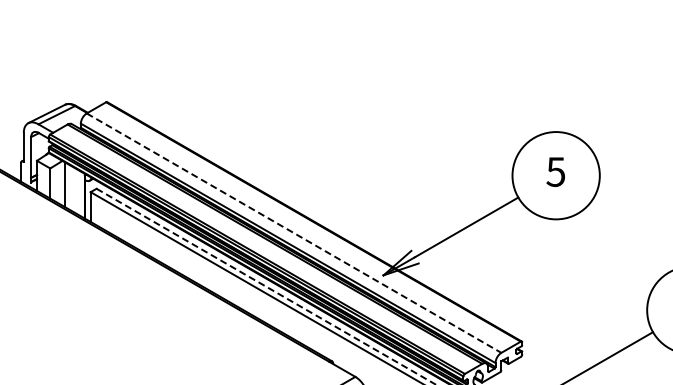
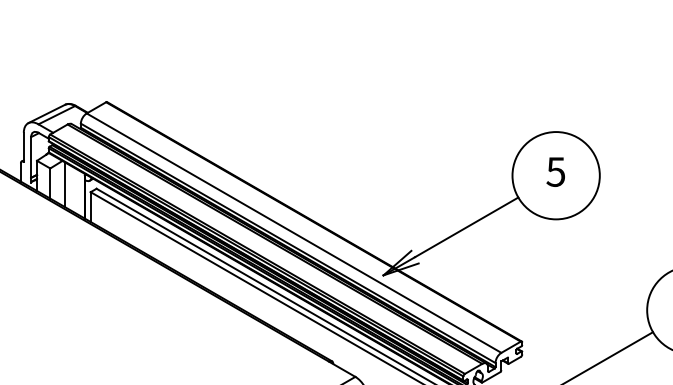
line at (294, 233): dashed -> solid
line at (266, 287): dashed -> solid
